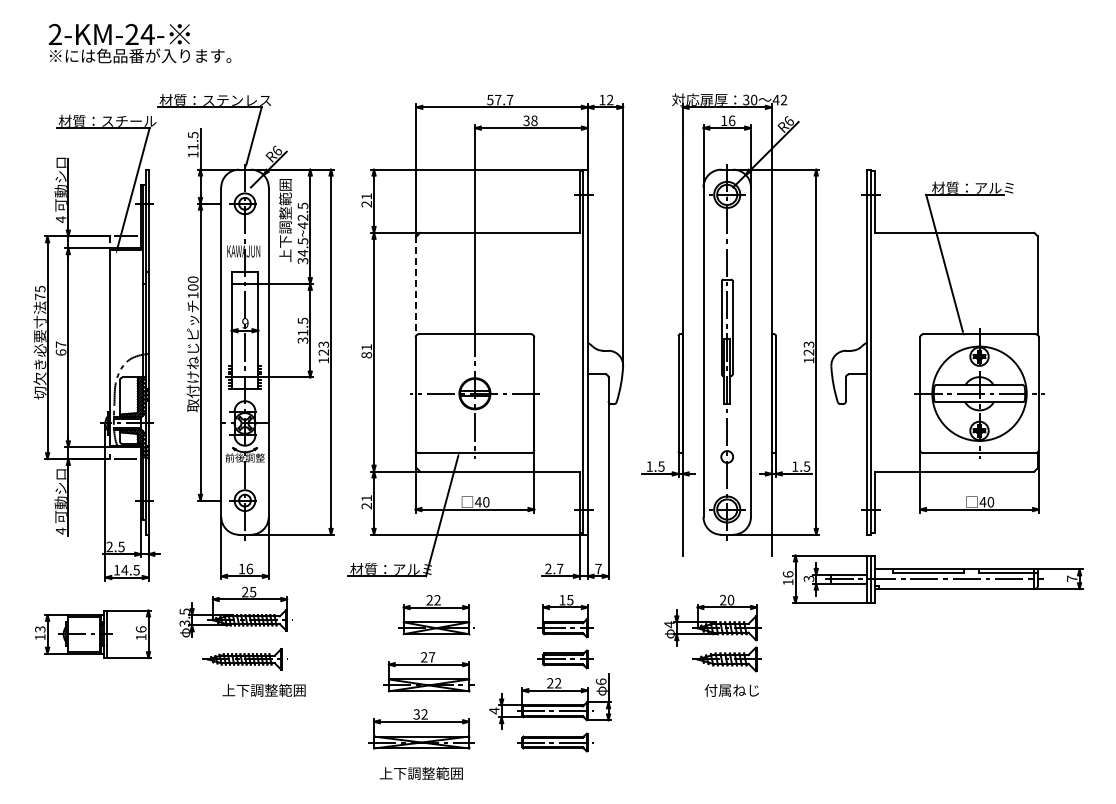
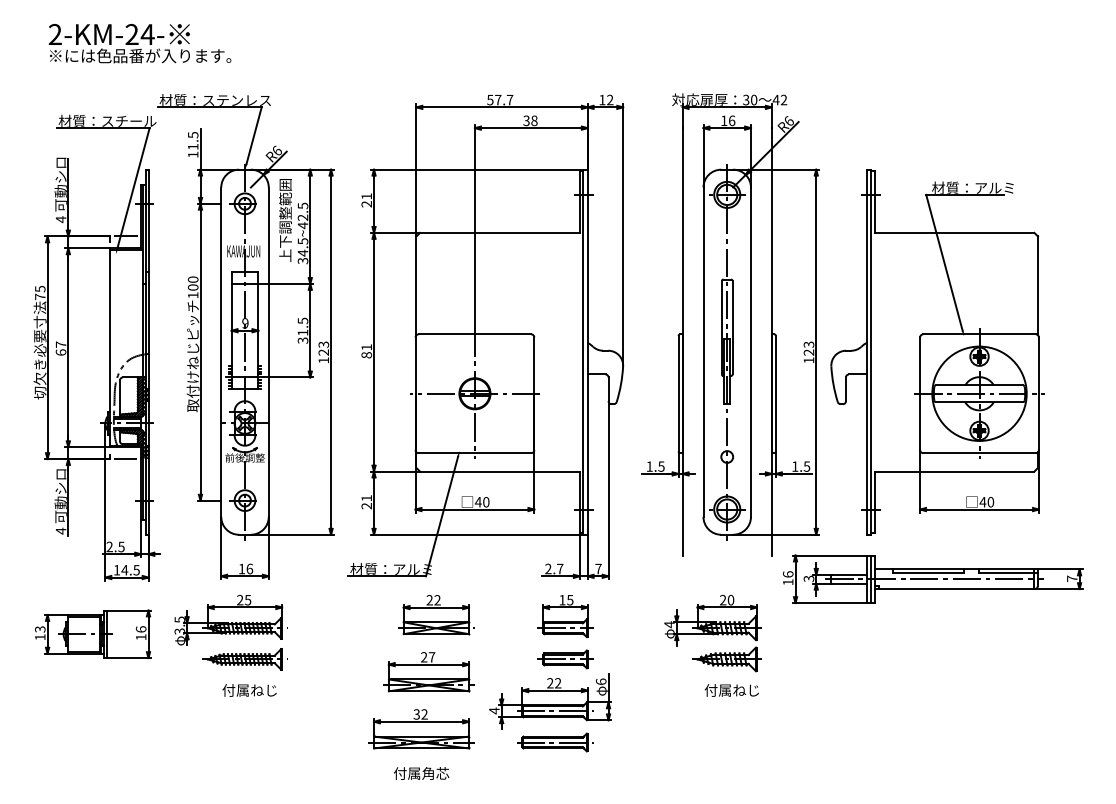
line at (416, 286): dashed -> solid
part at (235, 611) position: (235, 611) -> (230, 619)
text at (263, 689): 上下調整範囲 -> 付属ねじ
text at (420, 773): 上下調整範囲 -> 付属角芯
